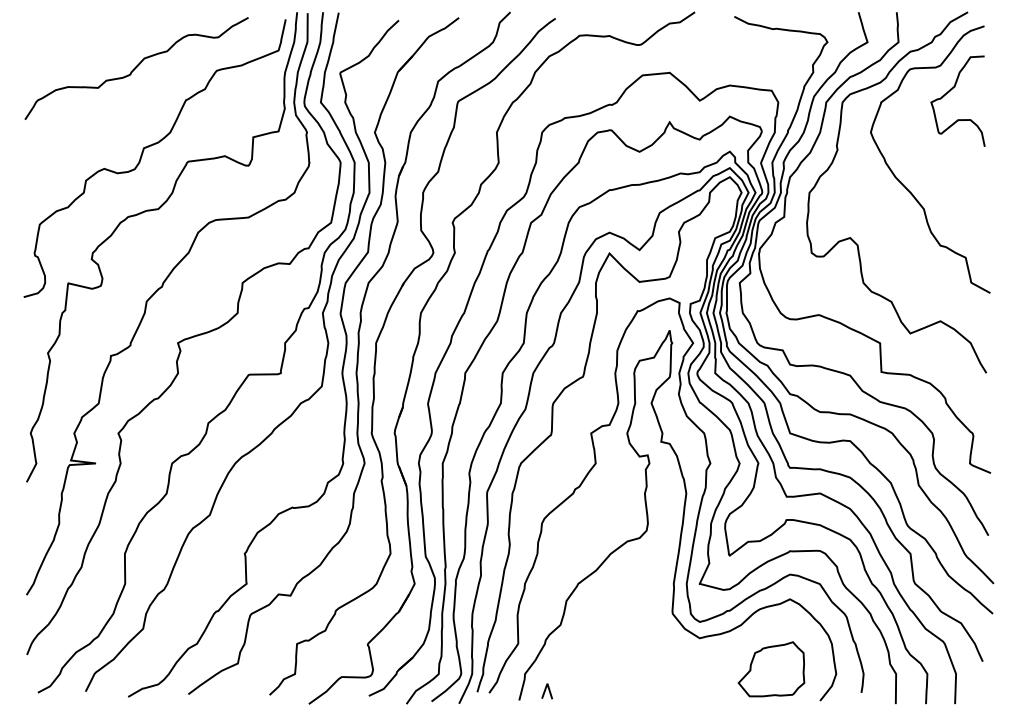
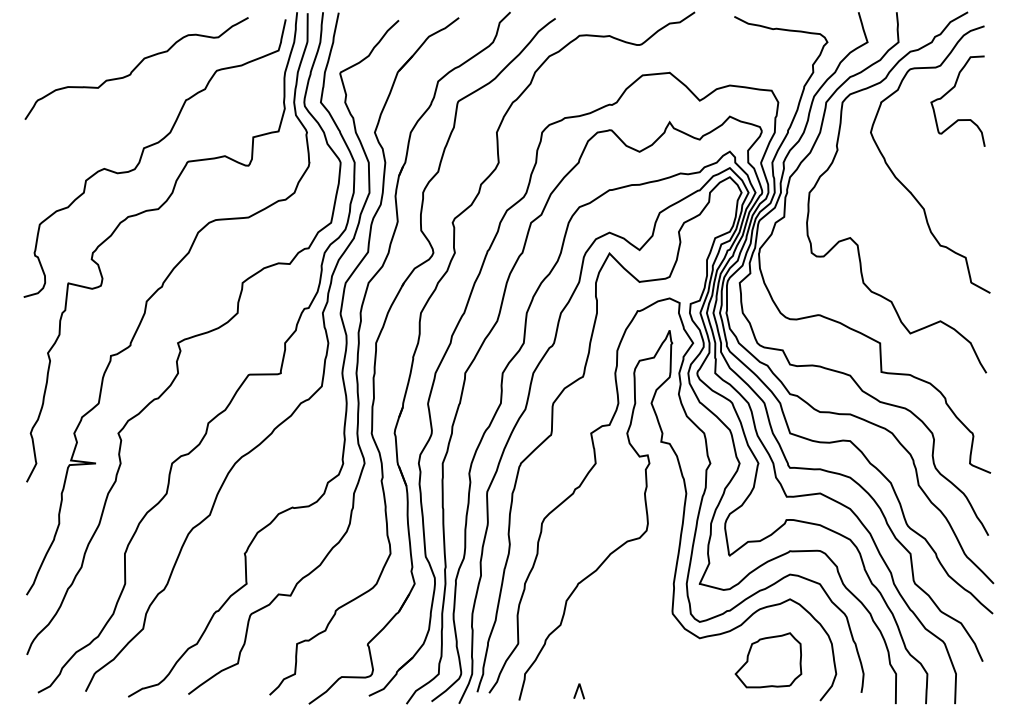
part at (771, 669) position: (771, 669) -> (768, 660)
line at (545, 691) position: (545, 691) -> (577, 691)
